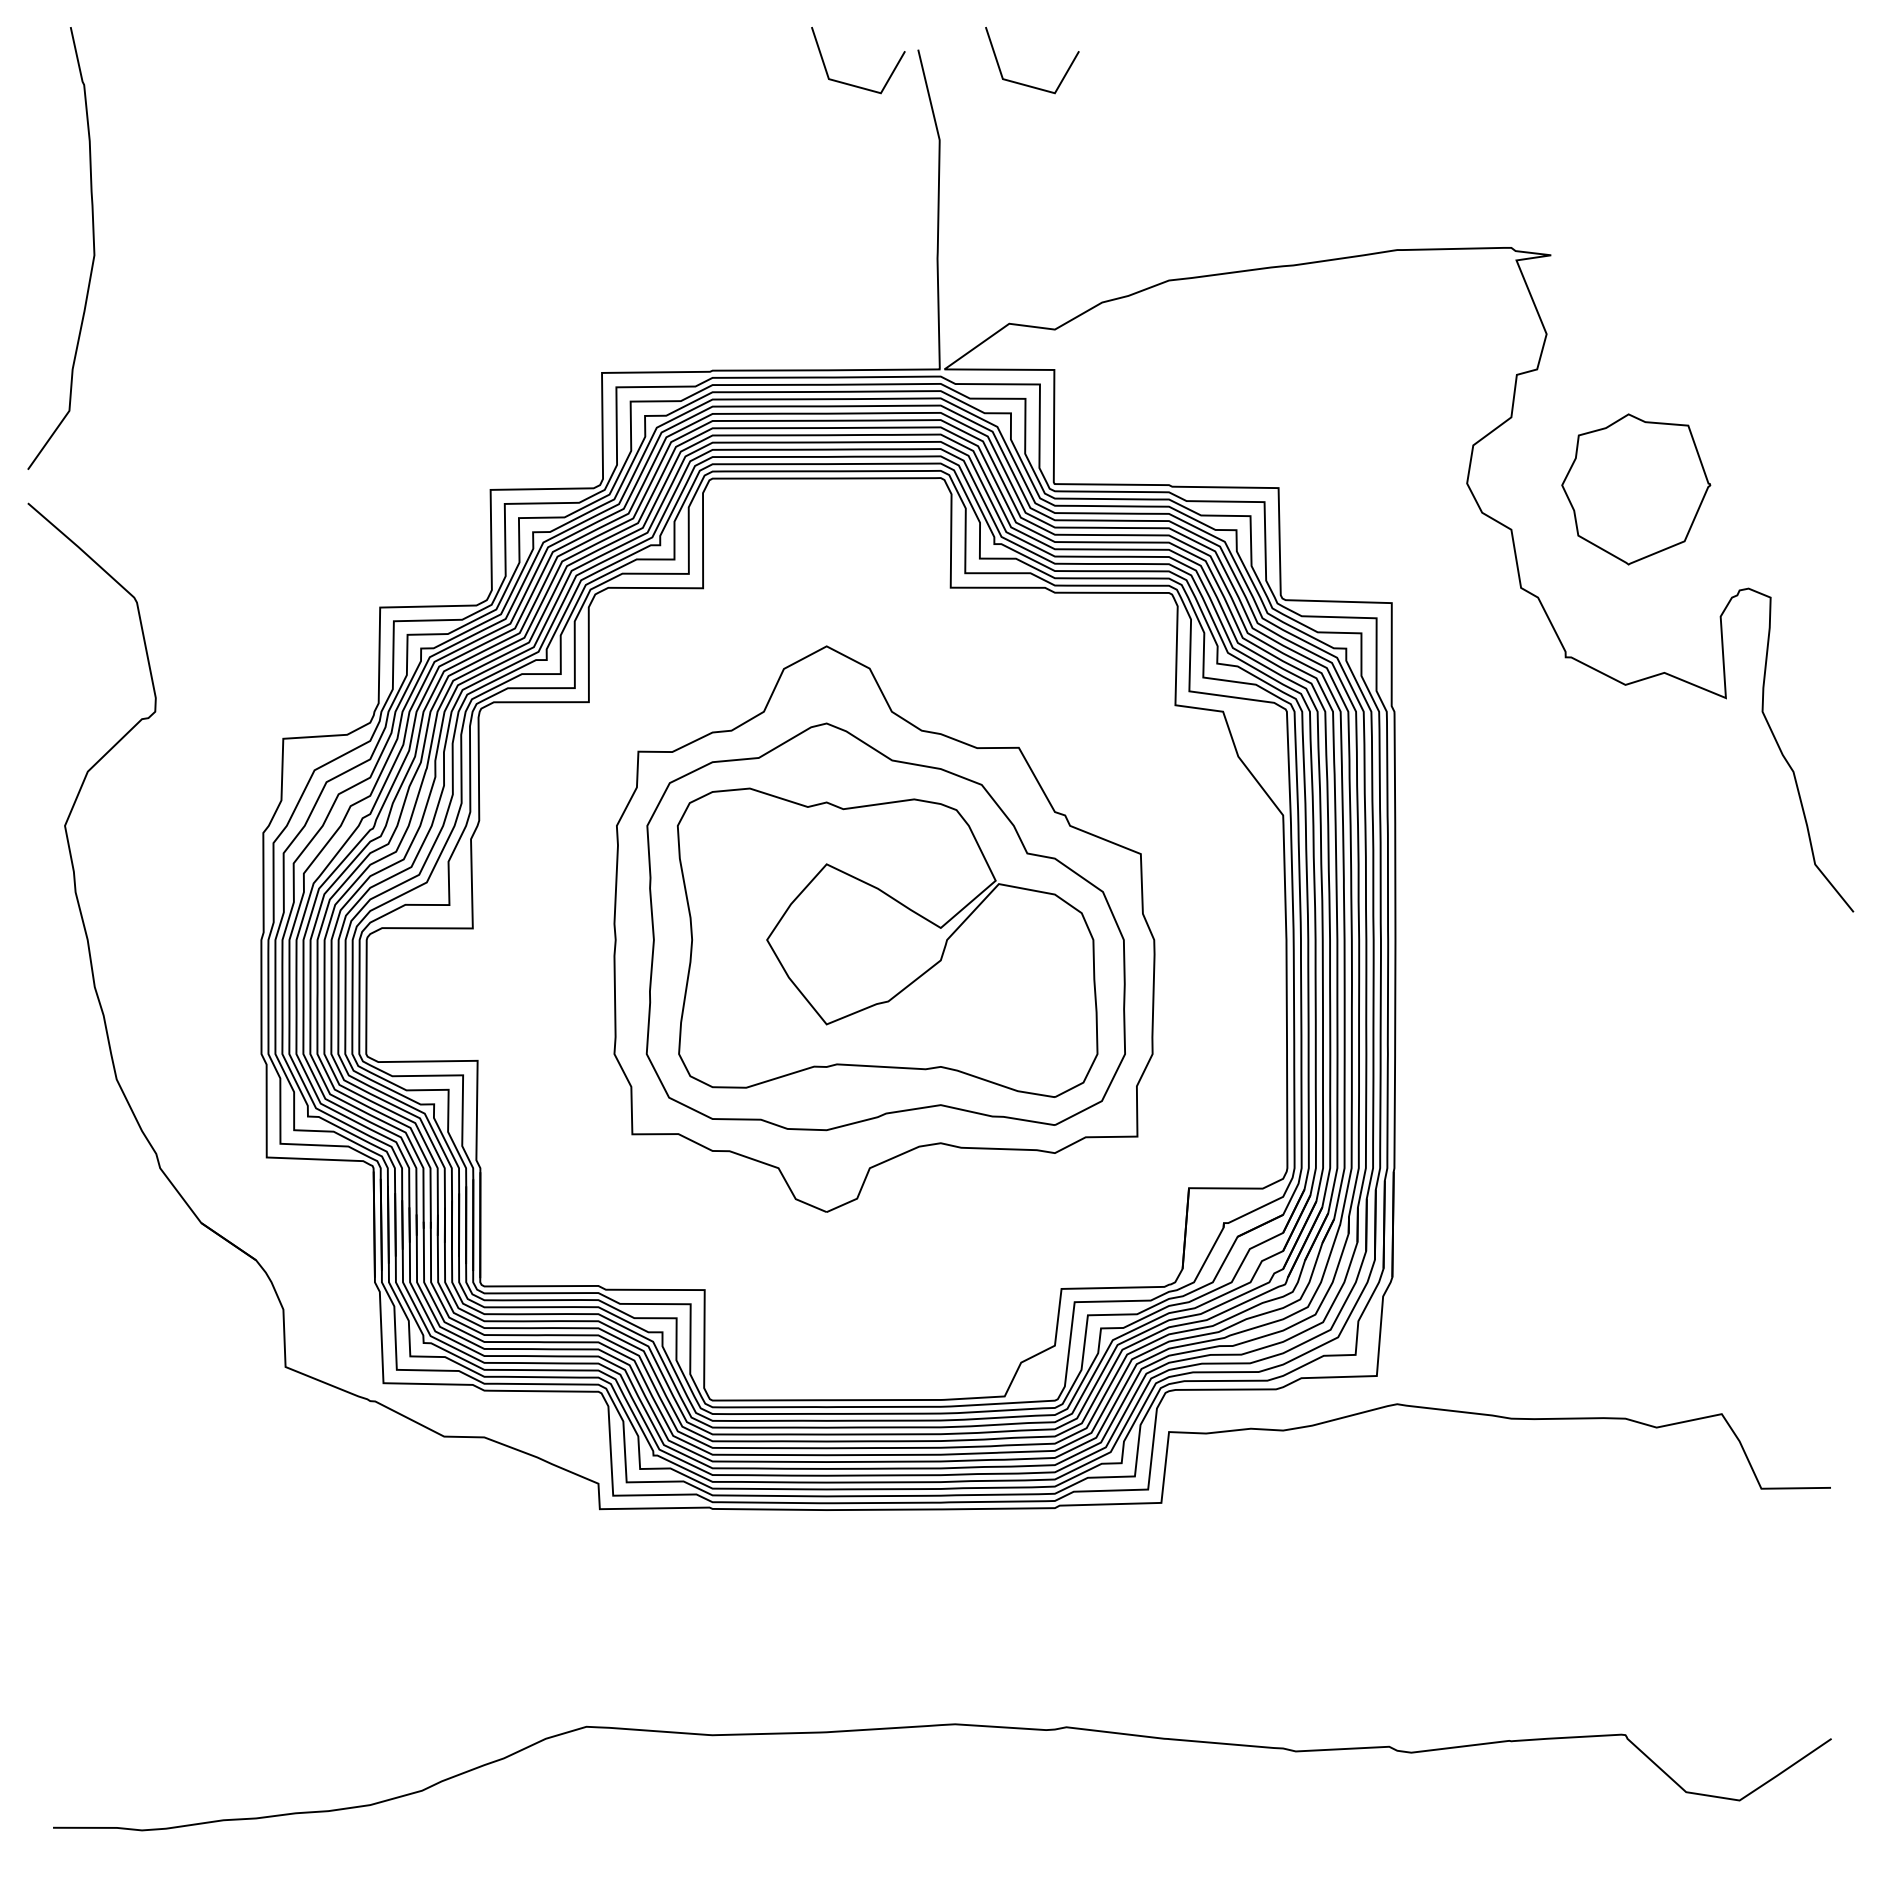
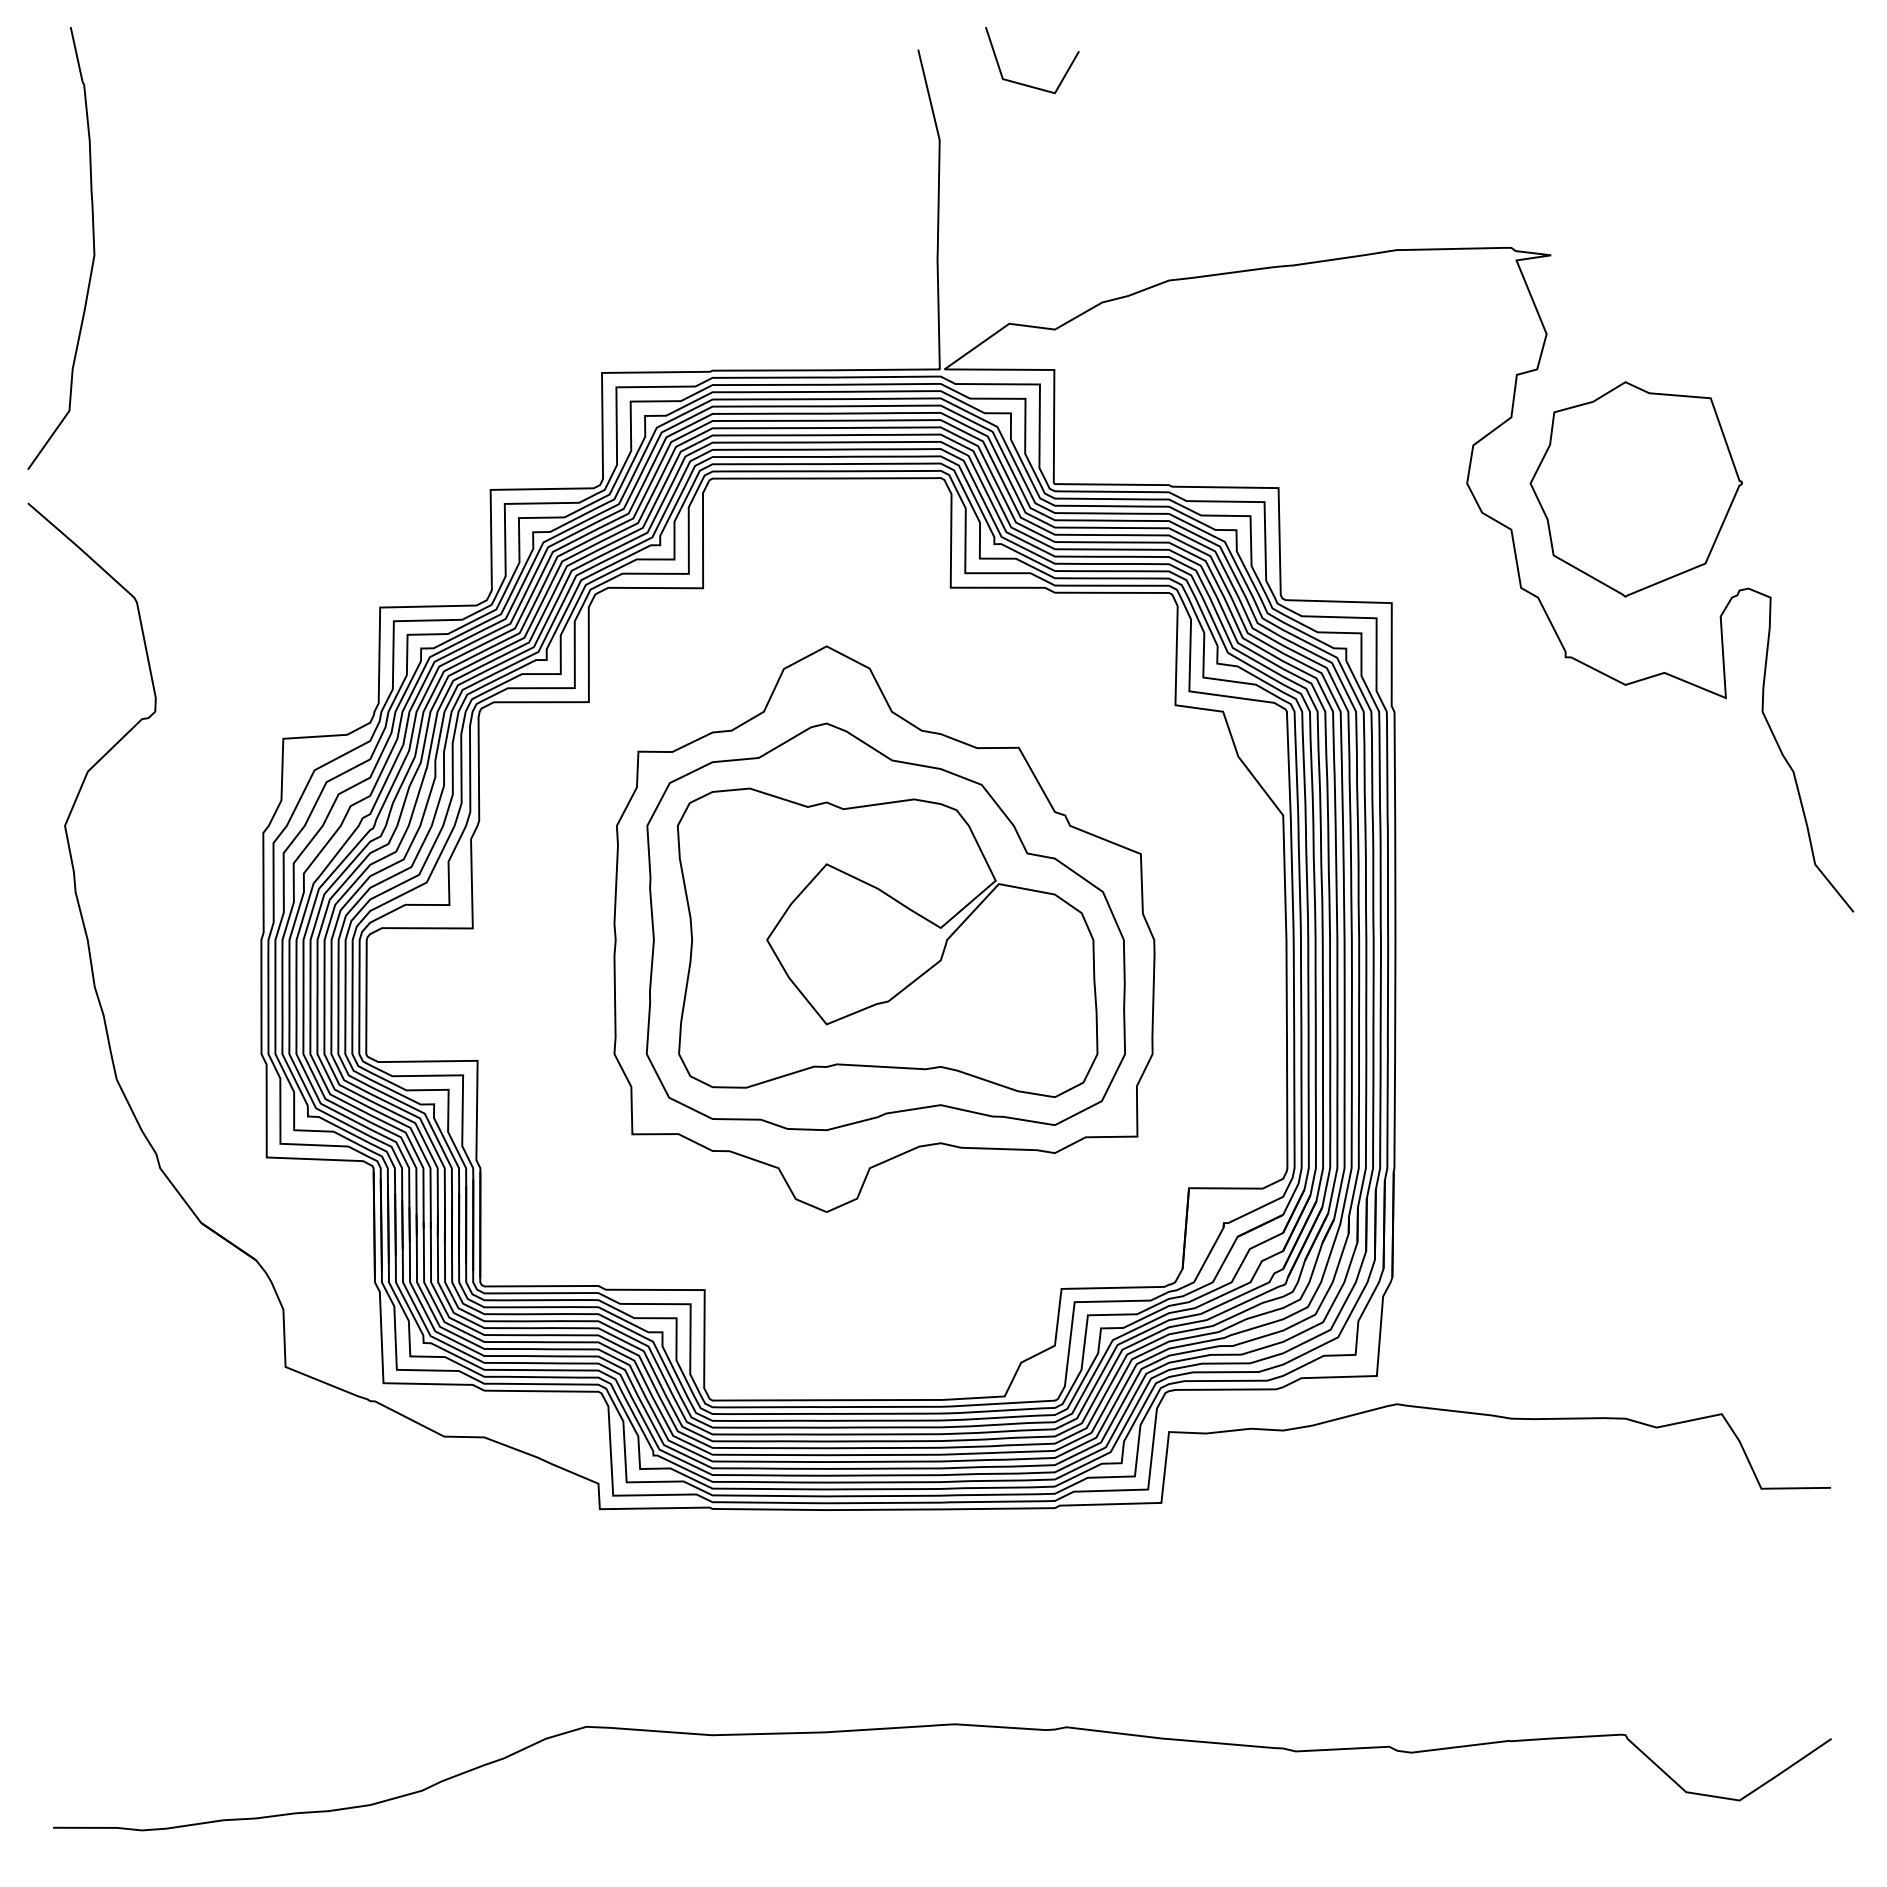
line at (853, 84): present -> none
part at (1636, 489) size: 151x153 px -> 214x217 px
